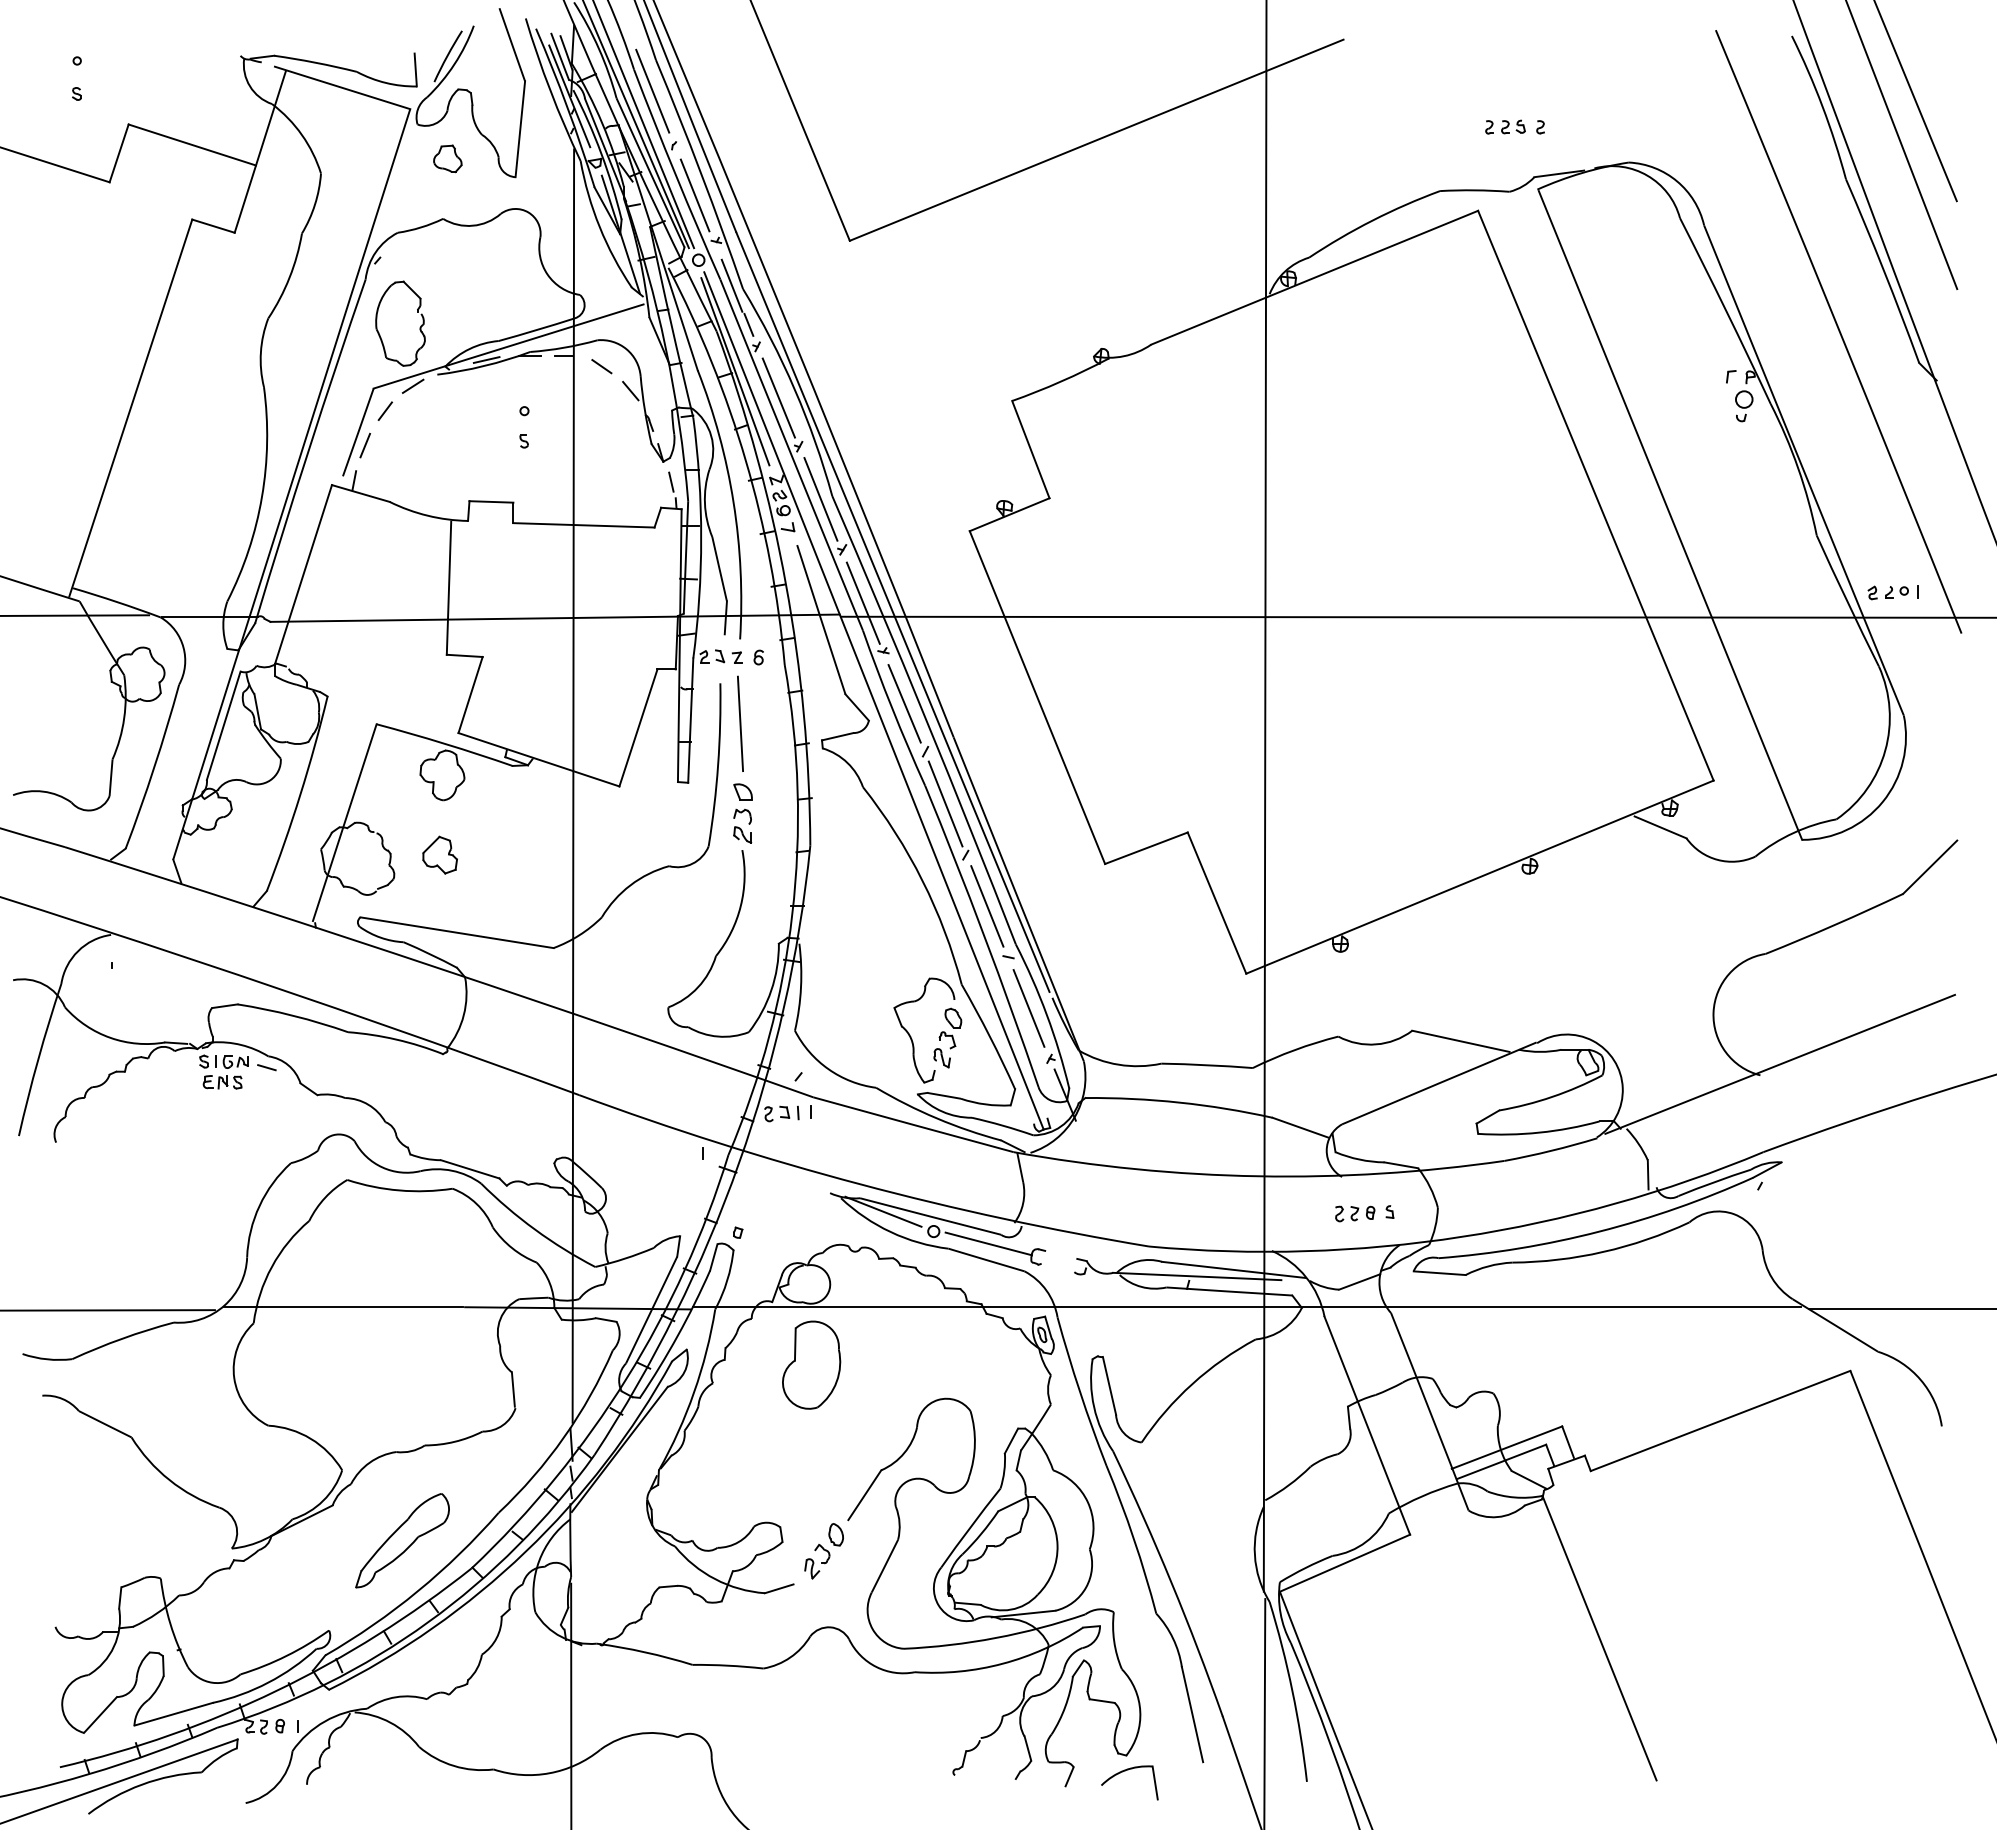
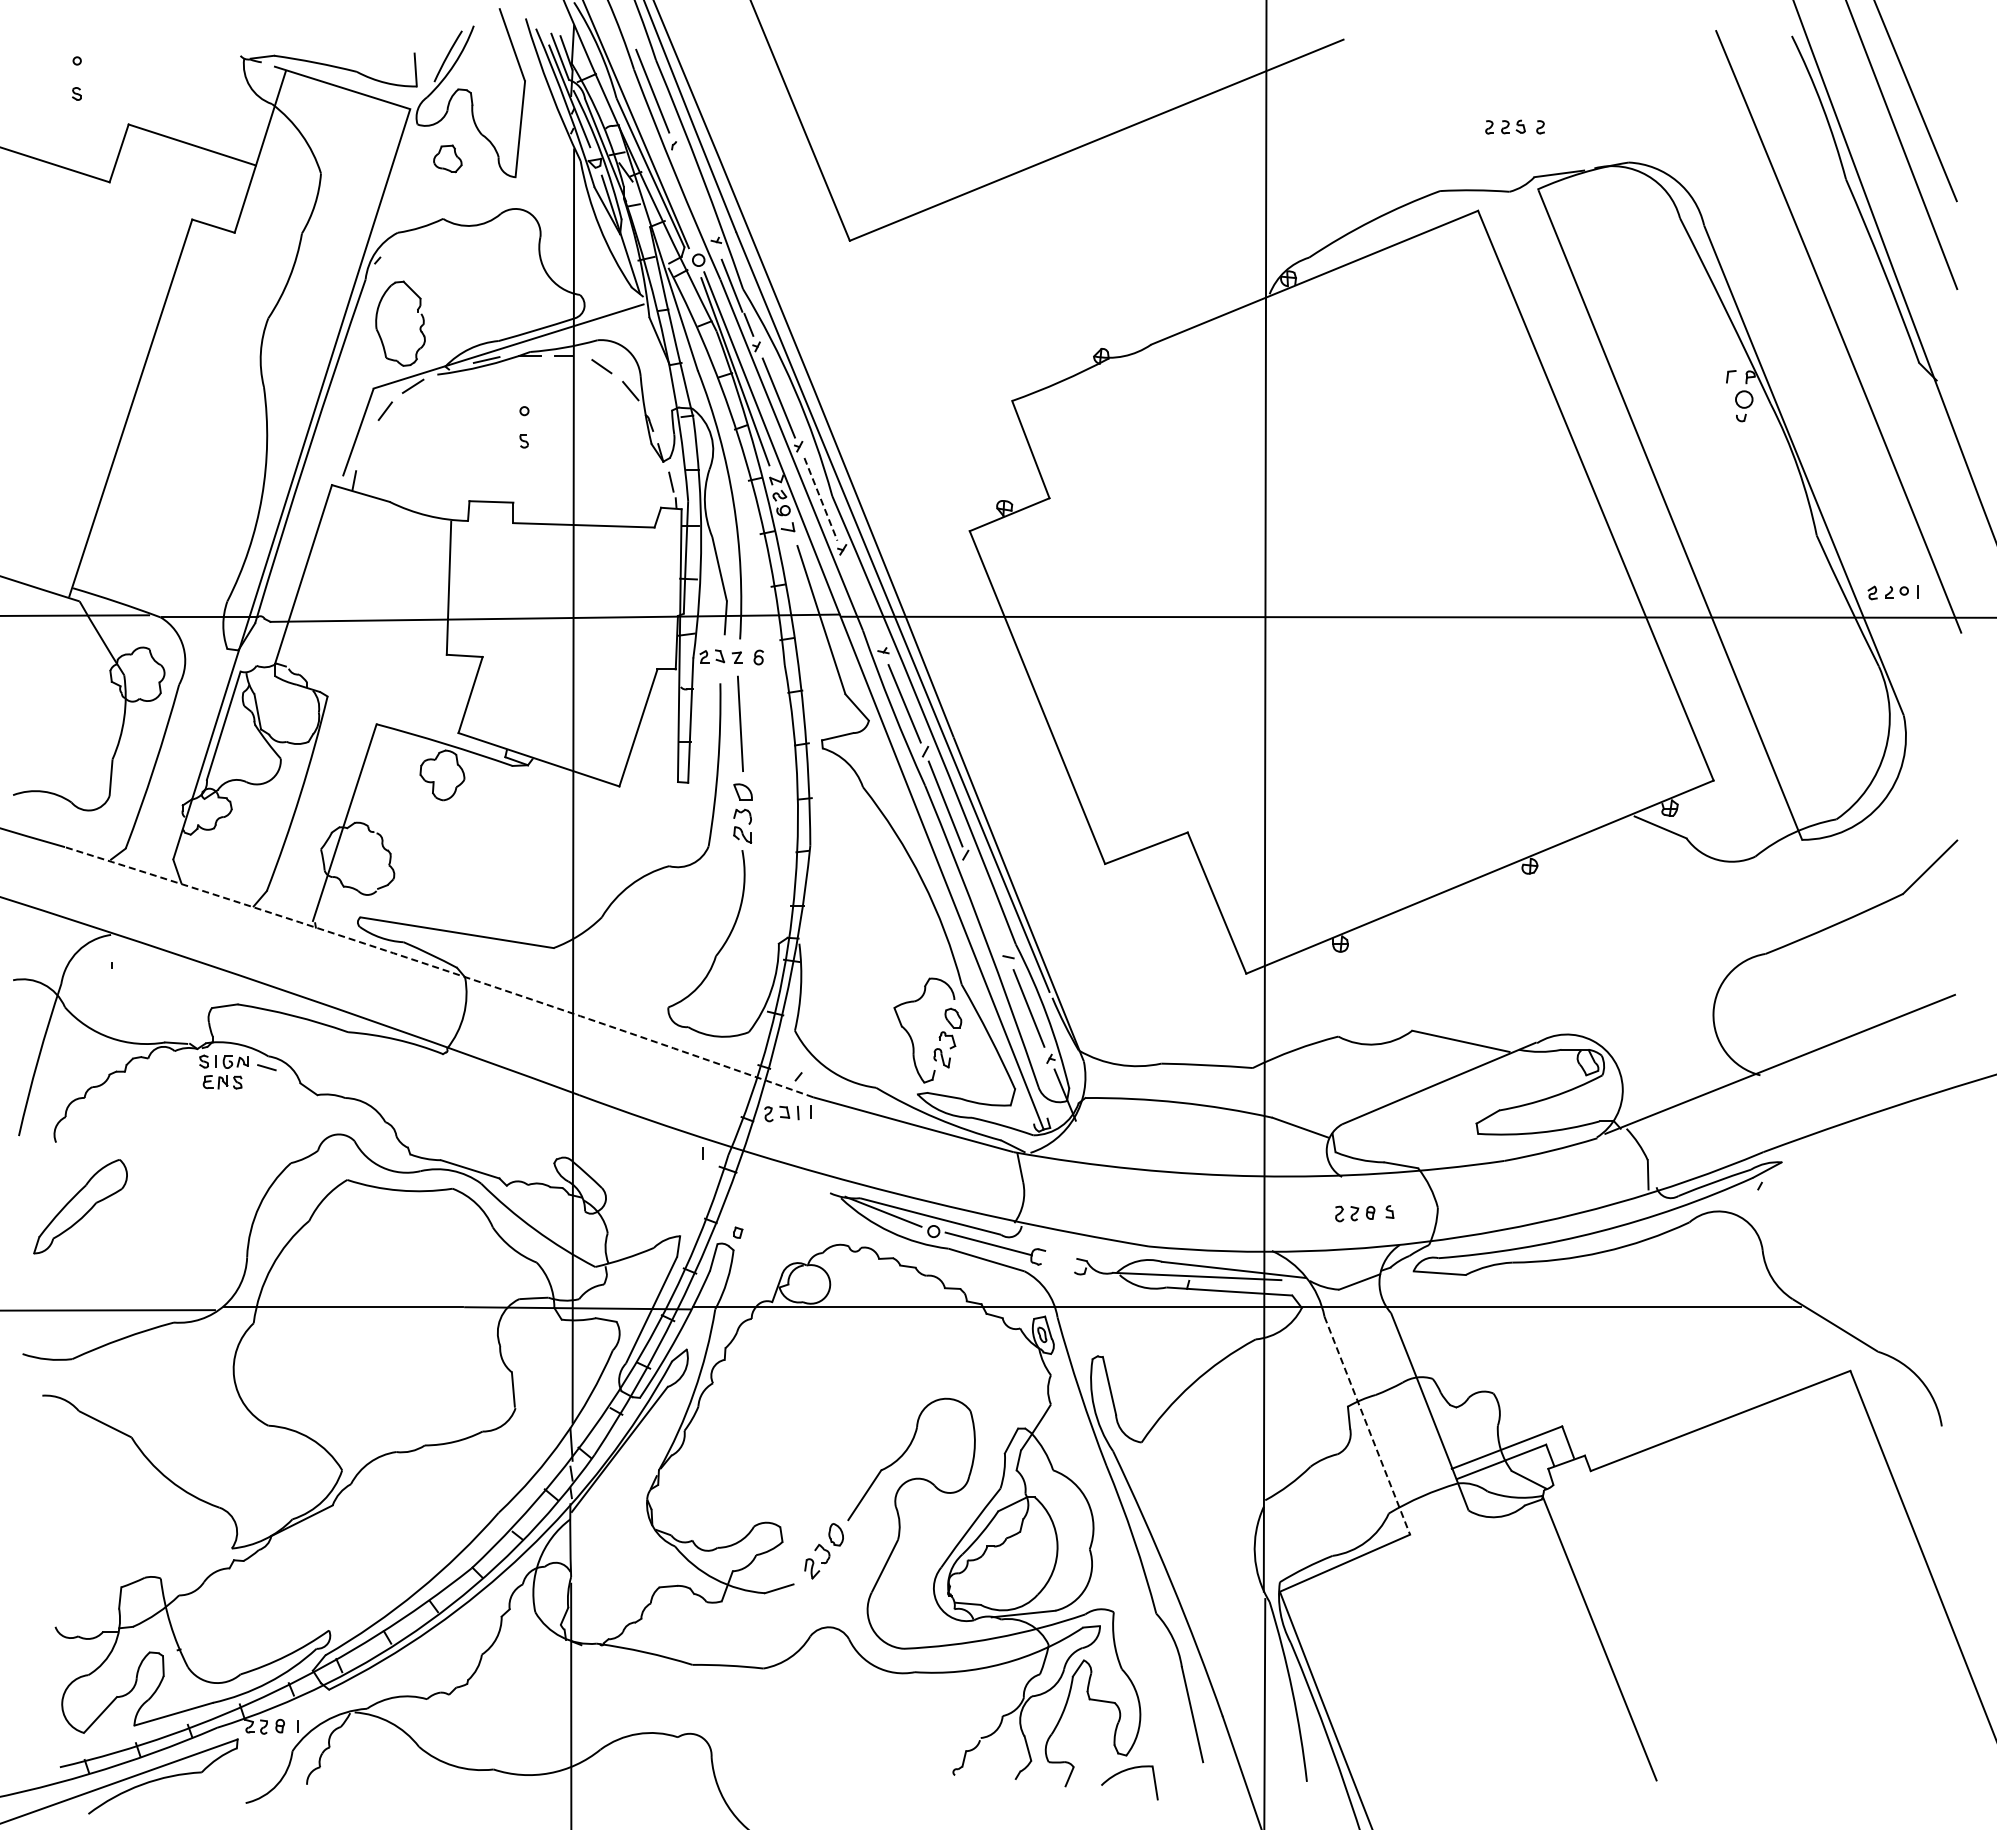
line at (644, 125): present -> none
line at (694, 195): present -> none
line at (365, 445): present -> none
line at (821, 499): solid -> dashed
line at (862, 602): present -> none
part at (439, 854): present -> none
line at (987, 906): present -> none
arc at (440, 968): solid -> dashed
line at (1900, 1308): present -> none
part at (811, 1364): present -> none
line at (1367, 1426): solid -> dashed
part at (402, 1540) position: (402, 1540) -> (80, 1206)
